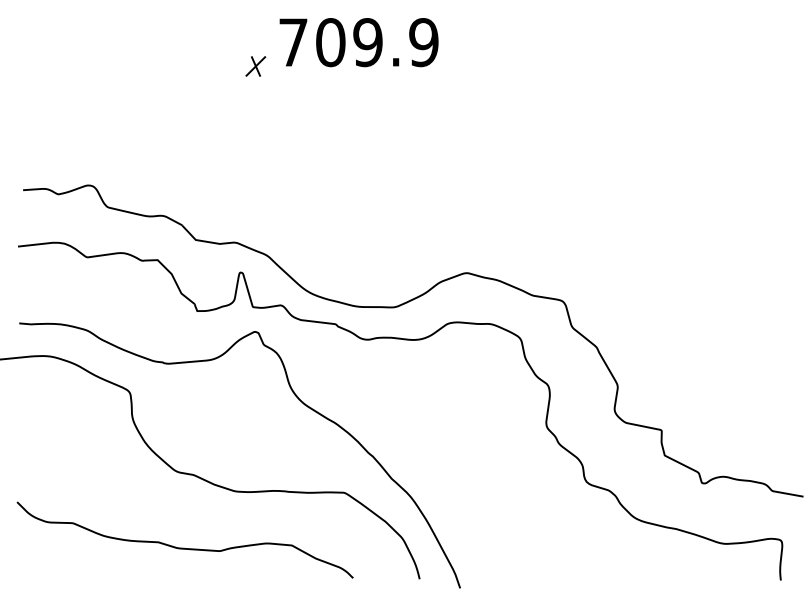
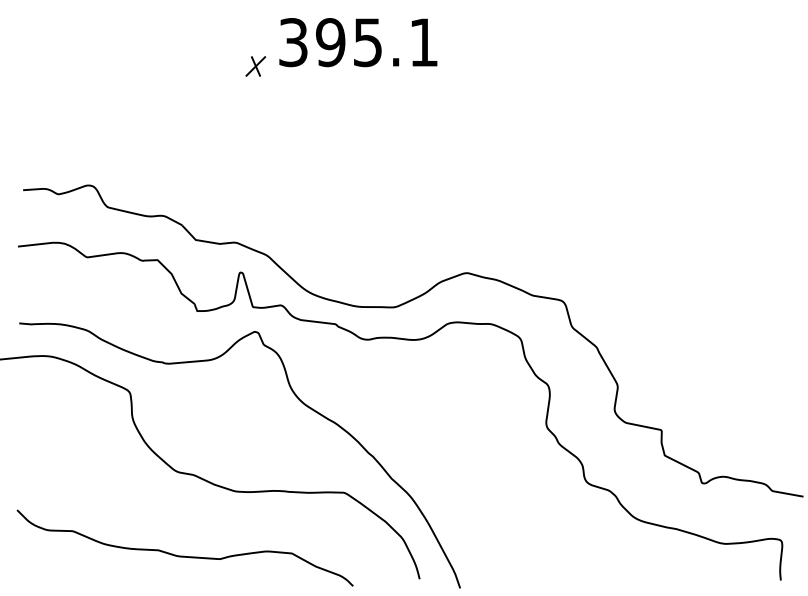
text at (358, 42): 709.9 -> 395.1
curve at (184, 547) position: (184, 547) -> (184, 555)
